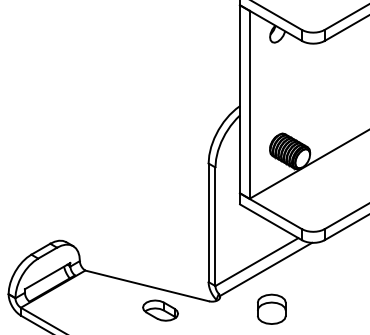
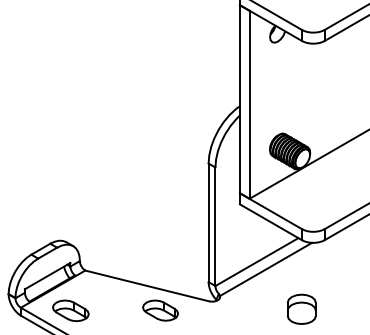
part at (271, 308) position: (271, 308) -> (301, 308)
part at (70, 310): none -> present
